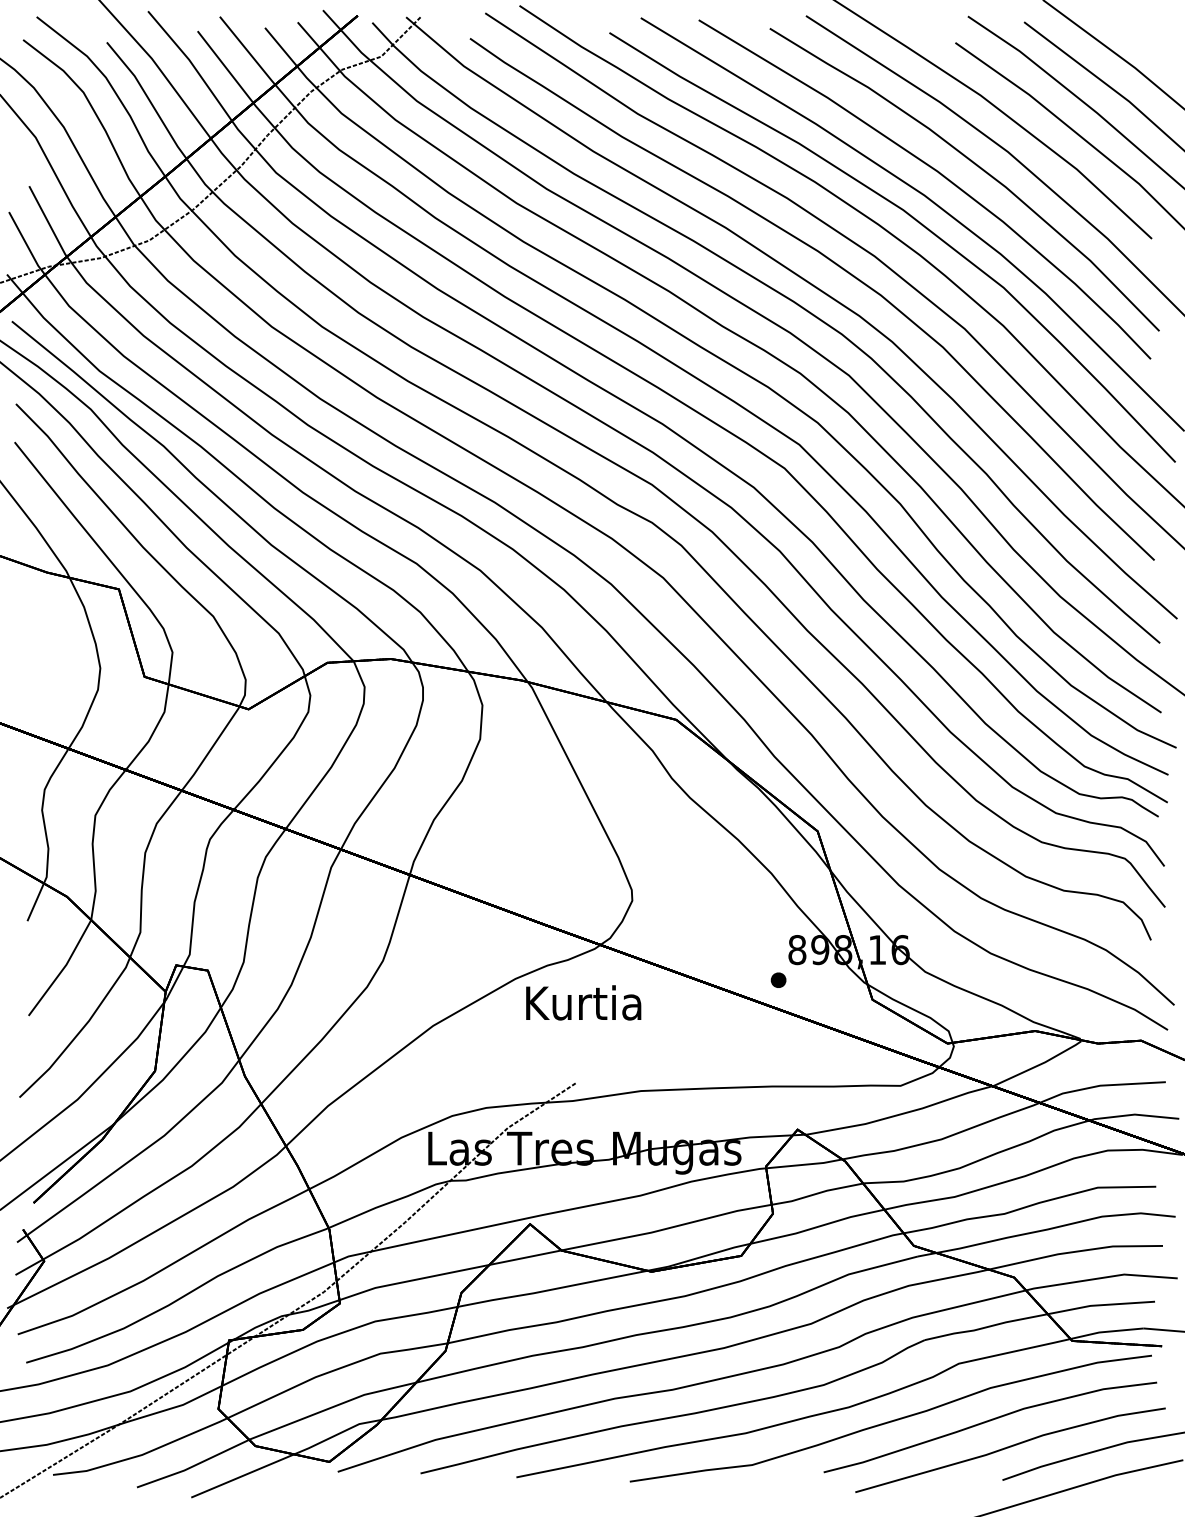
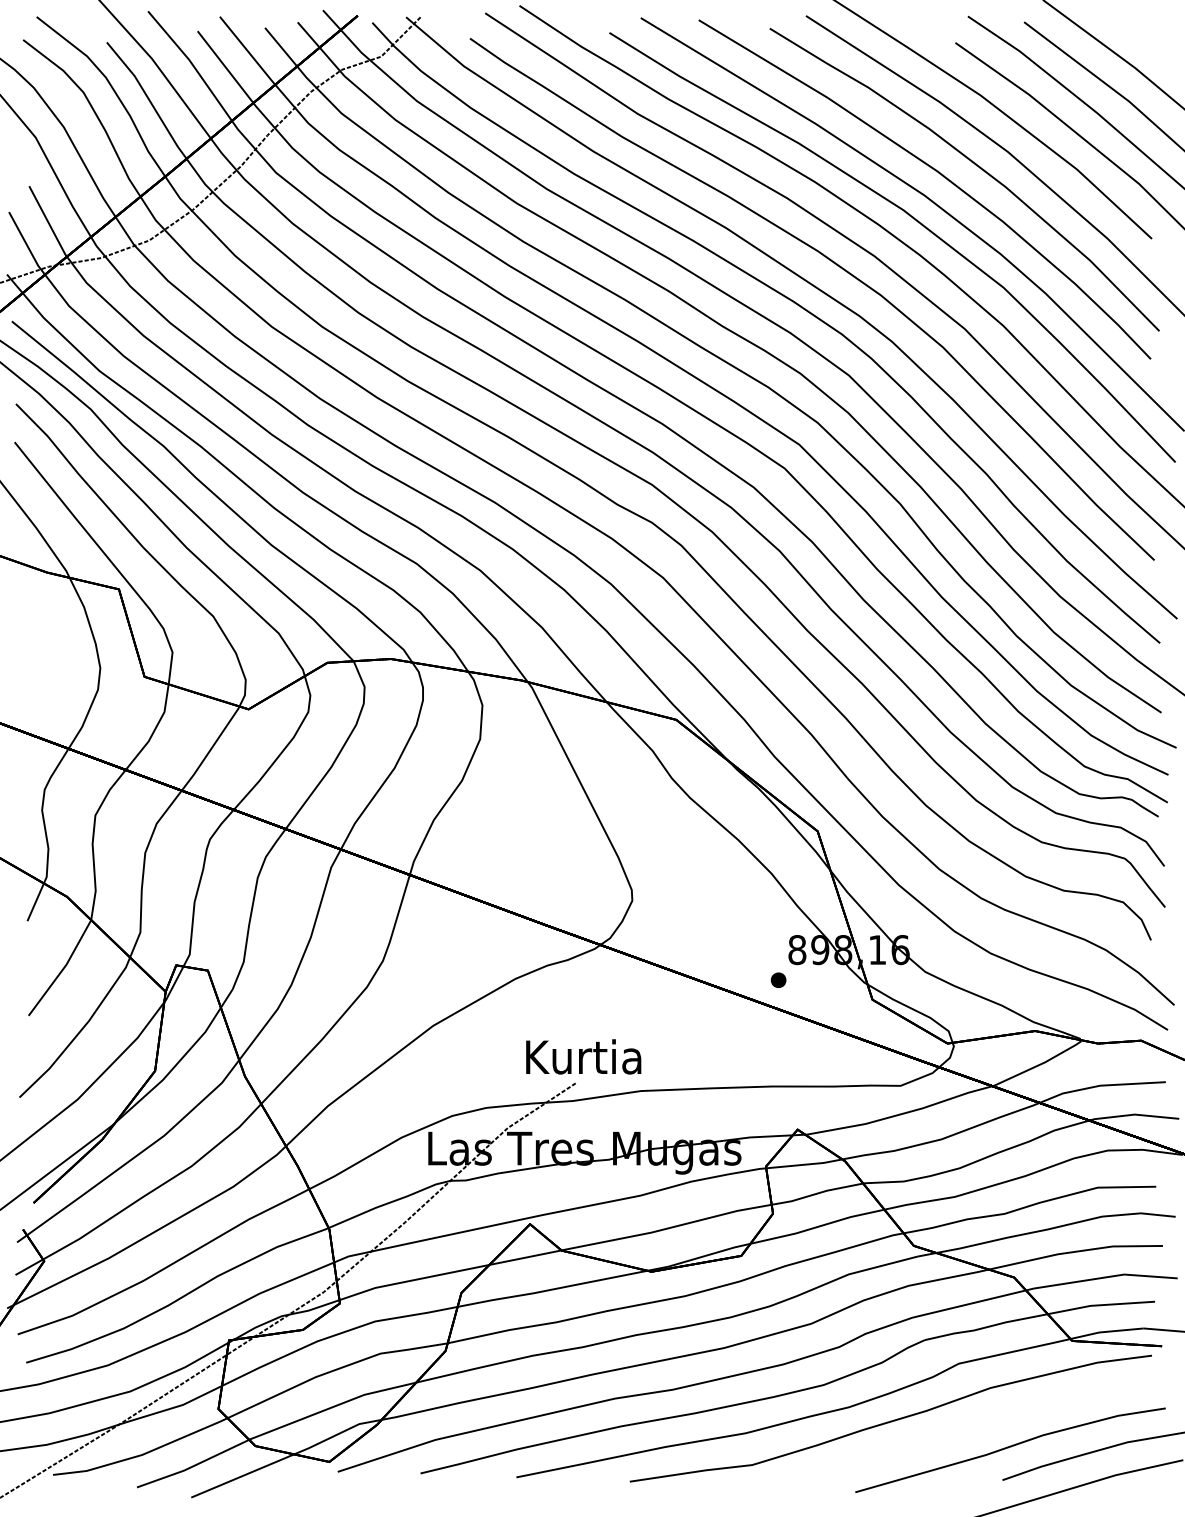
text at (583, 1002) position: (583, 1002) -> (583, 1056)
curve at (987, 1422): present -> none
